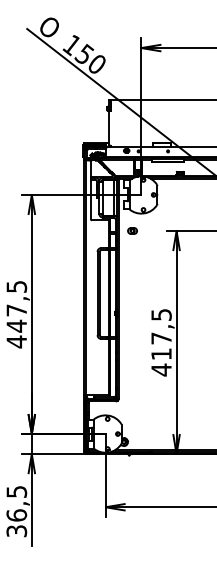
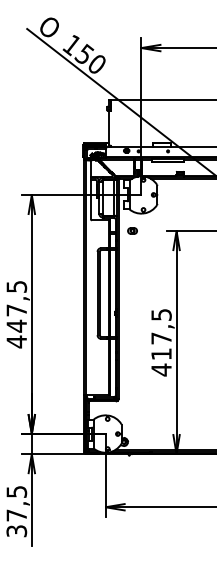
text at (16, 515): 36,5 -> 37,5
